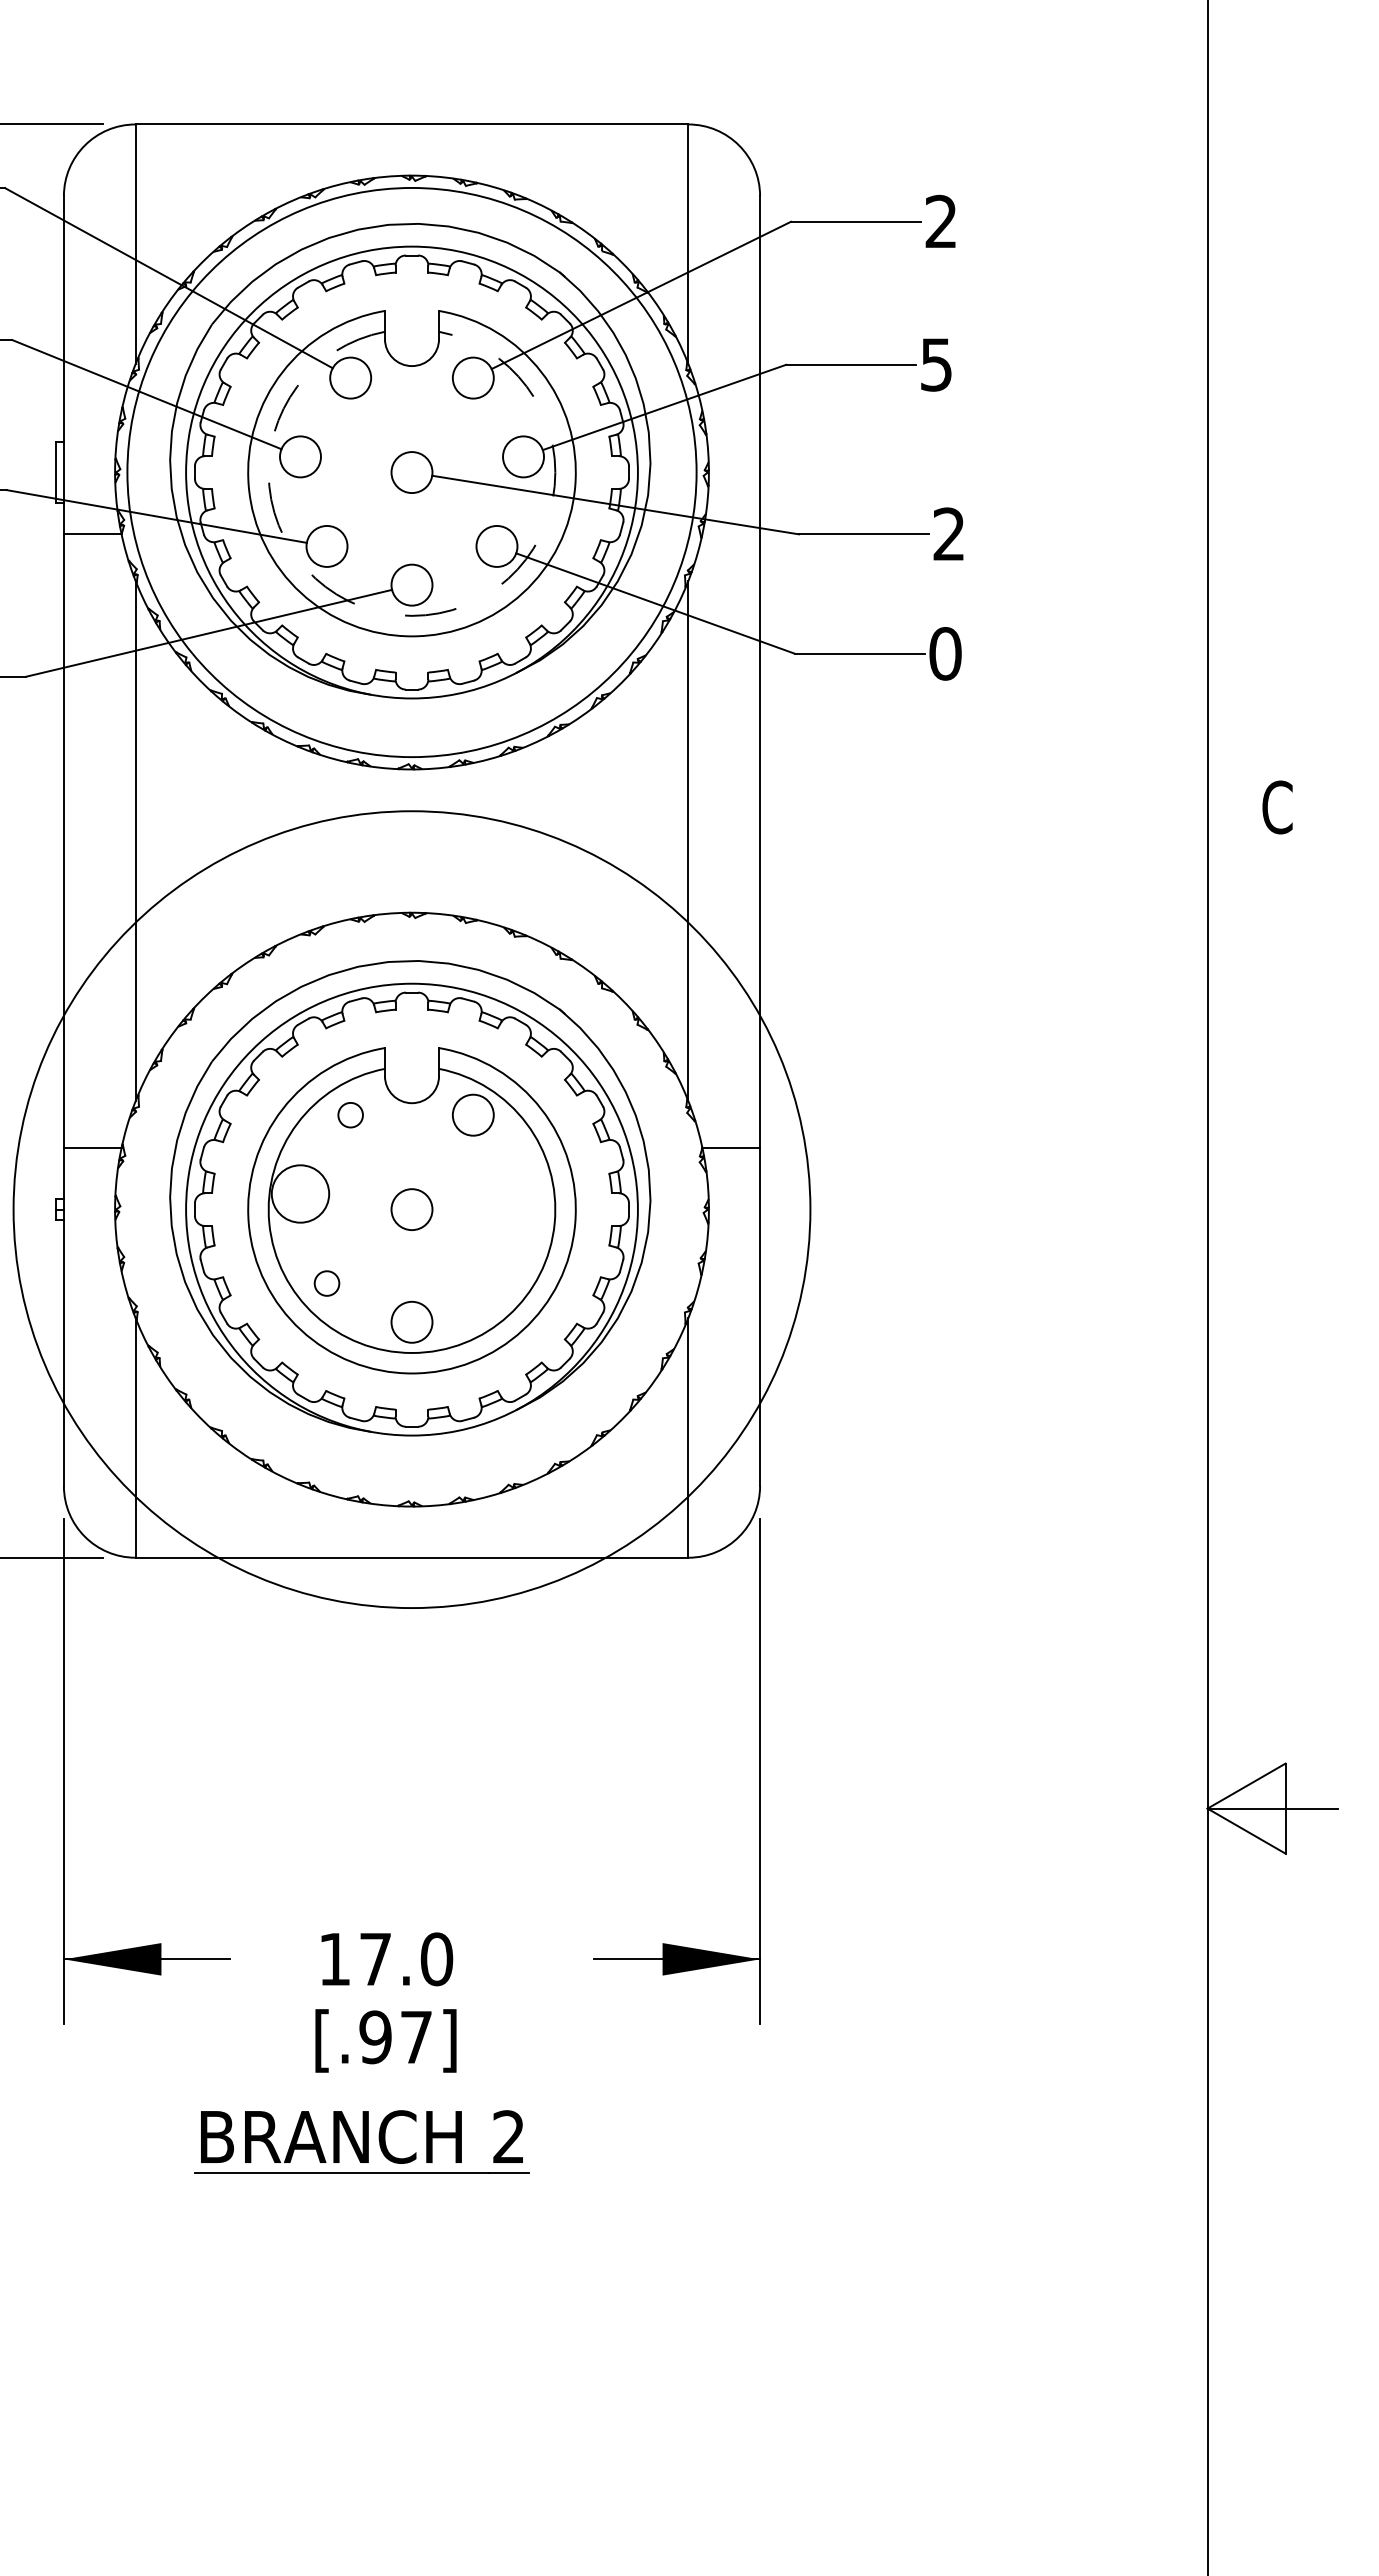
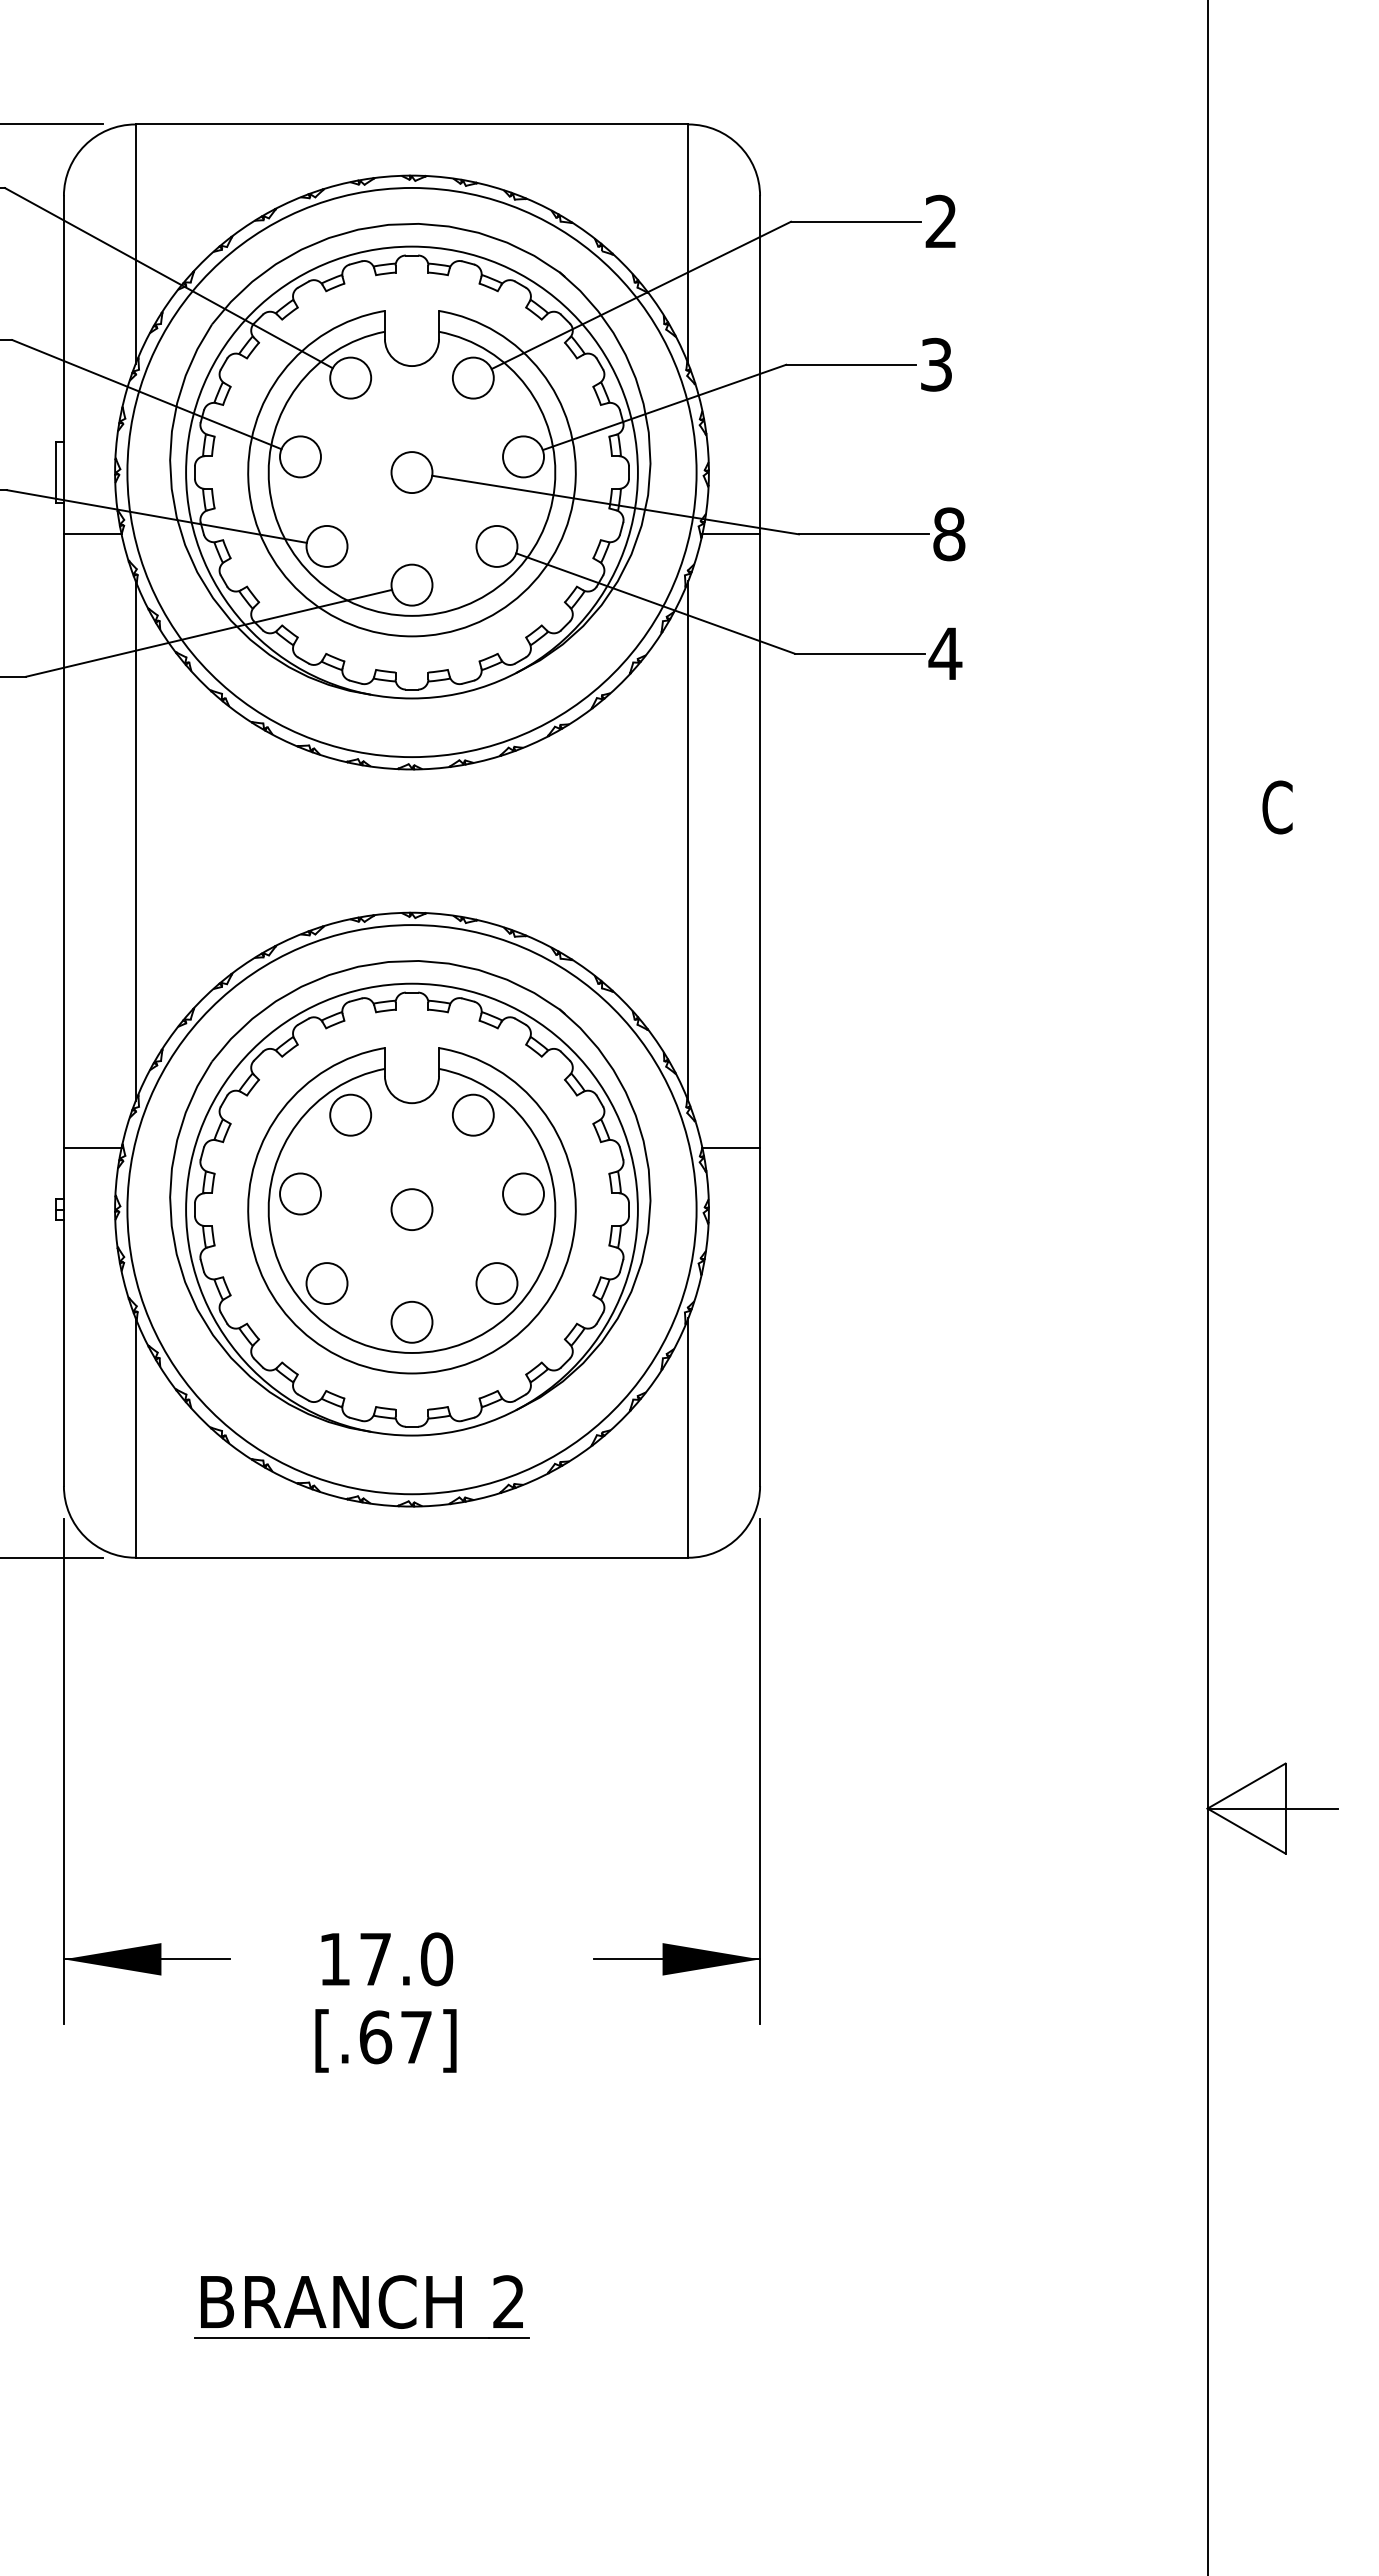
text at (936, 364): 5 -> 3
line at (731, 533): none -> present
text at (949, 534): 2 -> 8
arc at (412, 615): dashed -> solid
text at (945, 653): 0 -> 4
circle at (350, 1114) diameter: 25 px -> 41 px
circle at (300, 1193) diameter: 57 px -> 41 px
circle at (523, 1193): none -> present
circle at (411, 1209) diameter: 797 px -> 569 px
circle at (326, 1283) diameter: 25 px -> 41 px
circle at (496, 1283): none -> present
text at (375, 2037): [.97] -> [.67]
part at (361, 2141) position: (361, 2141) -> (361, 2306)
